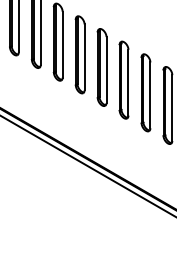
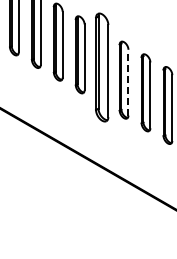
part at (101, 67) size: 12x79 px -> 15x111 px
line at (128, 82): solid -> dashed
line at (87, 165): present -> none
